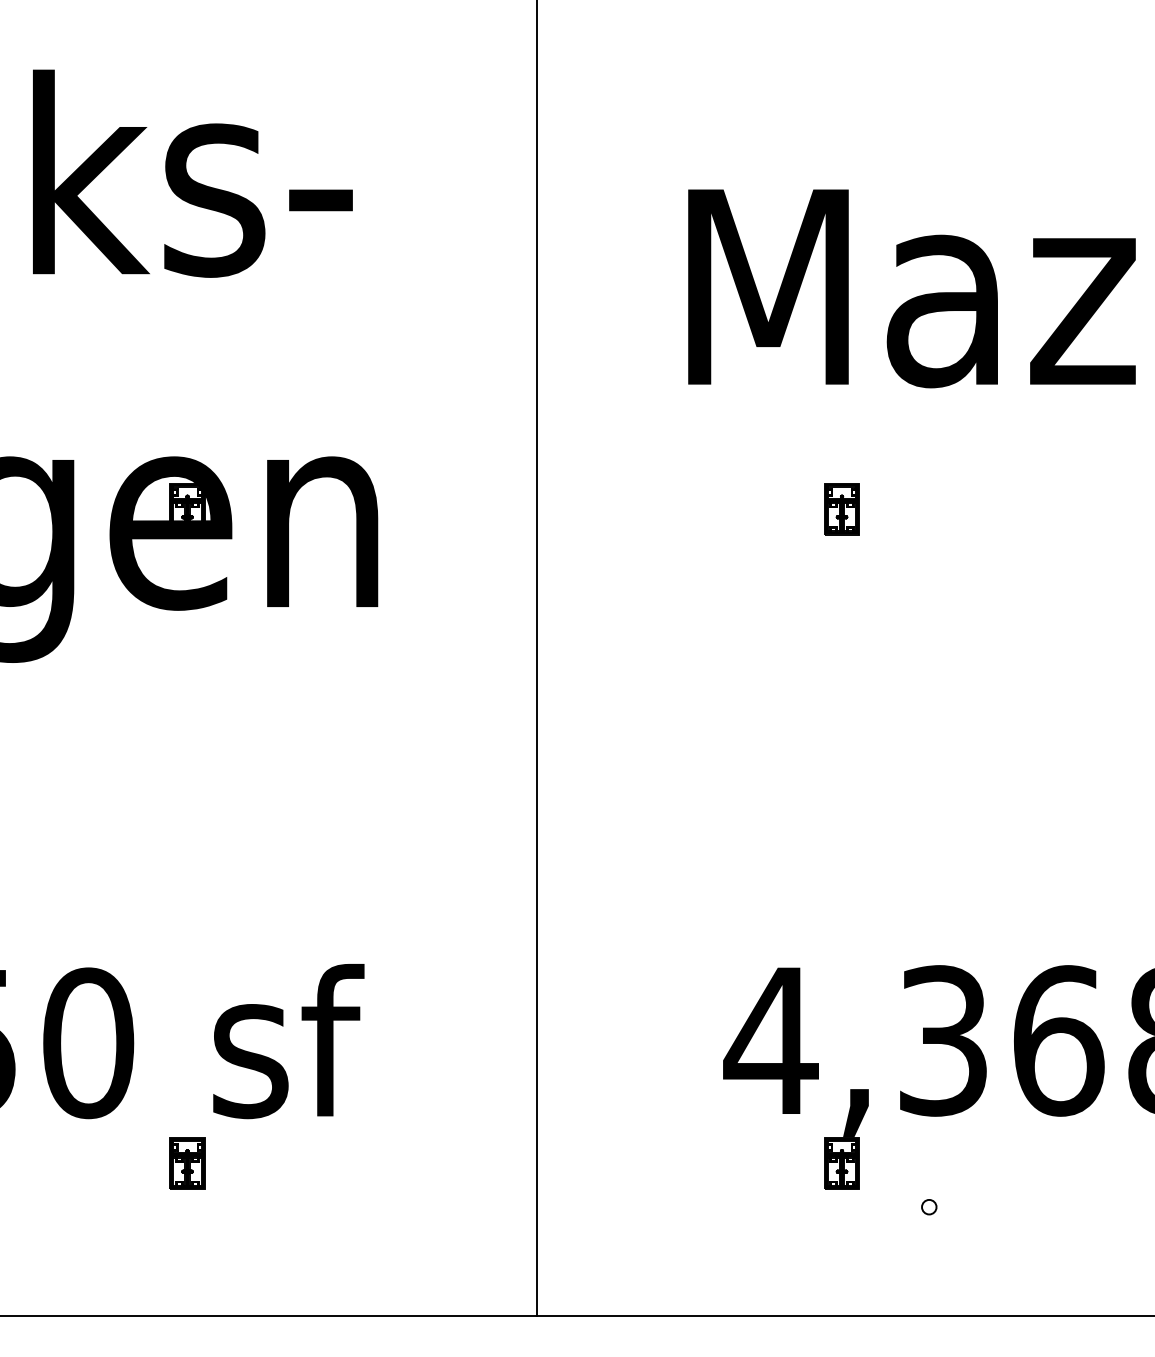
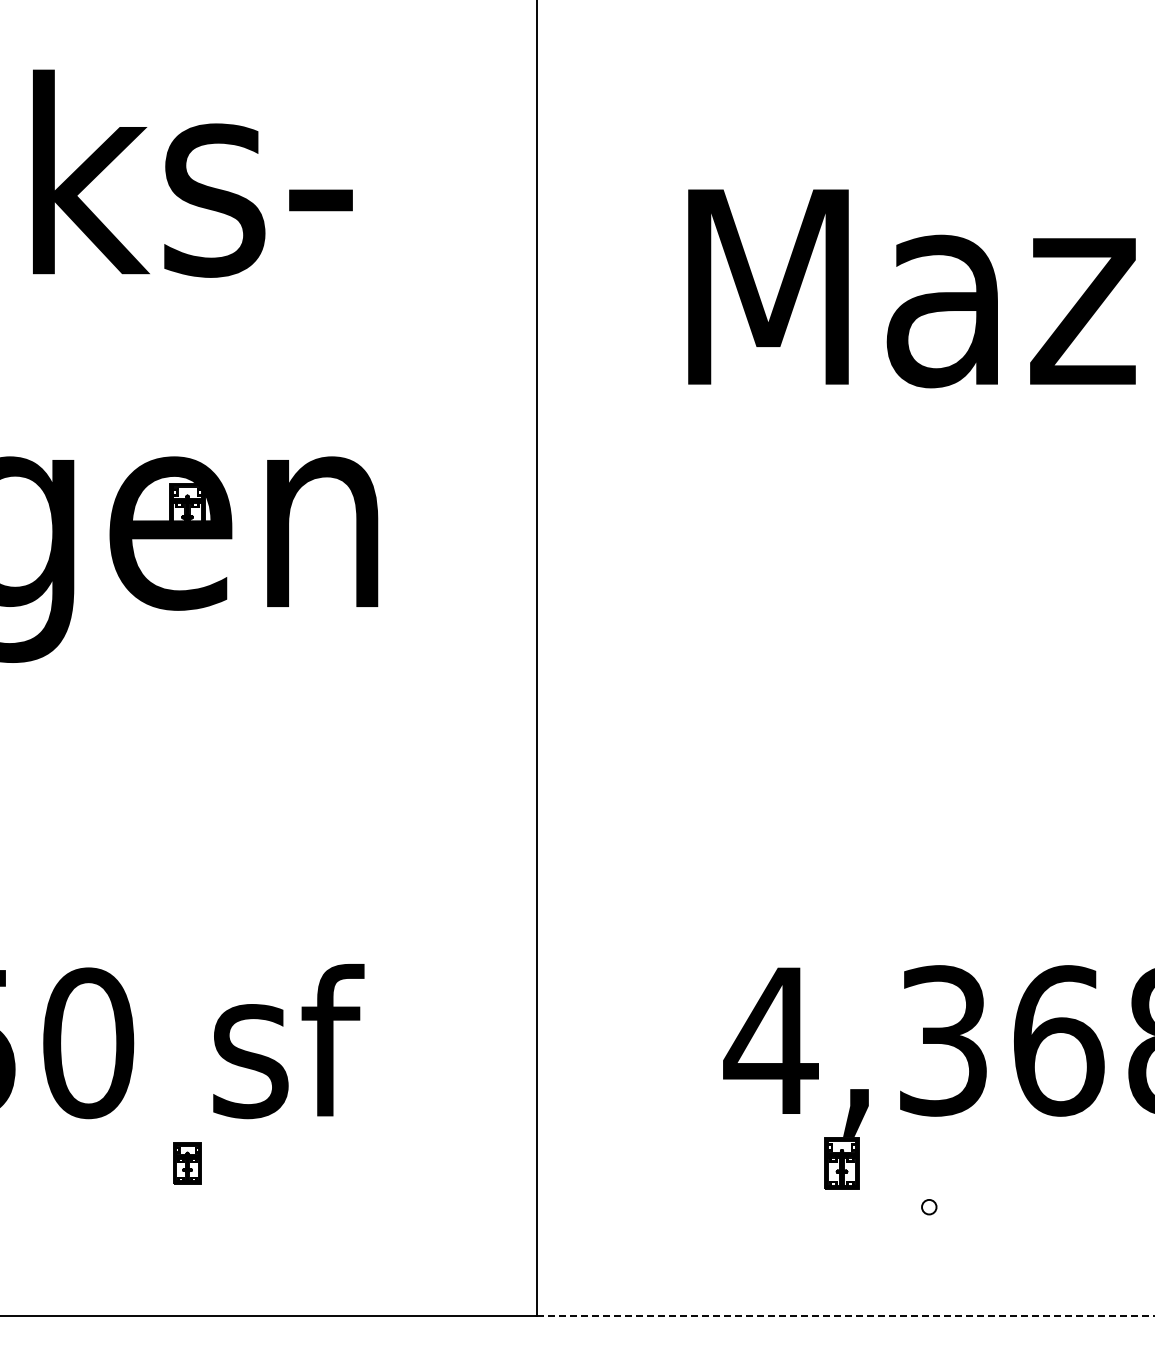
part at (841, 509): present -> none
part at (187, 1163) size: 37x53 px -> 29x43 px
line at (845, 1316): solid -> dashed
